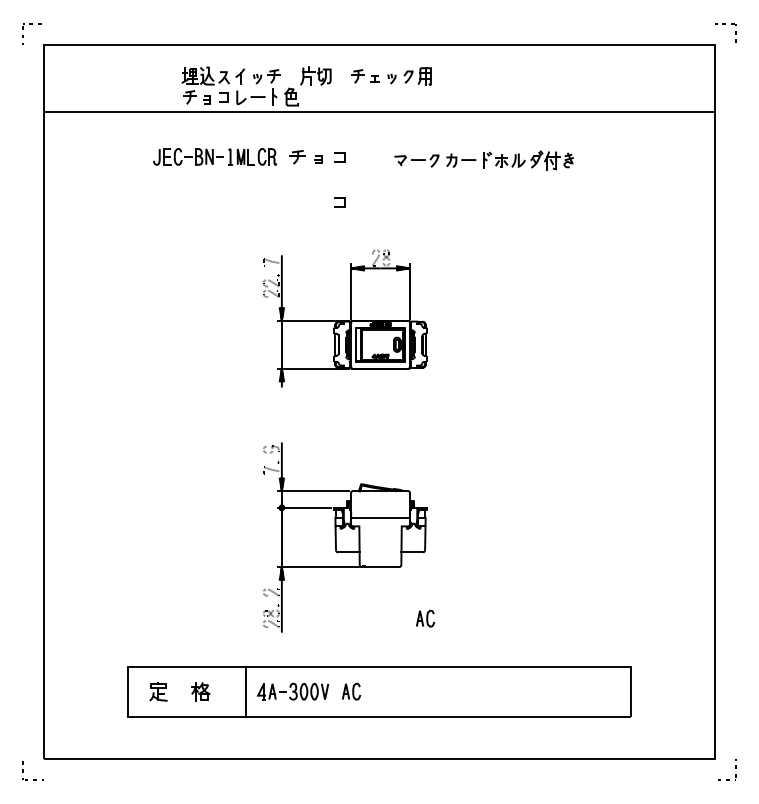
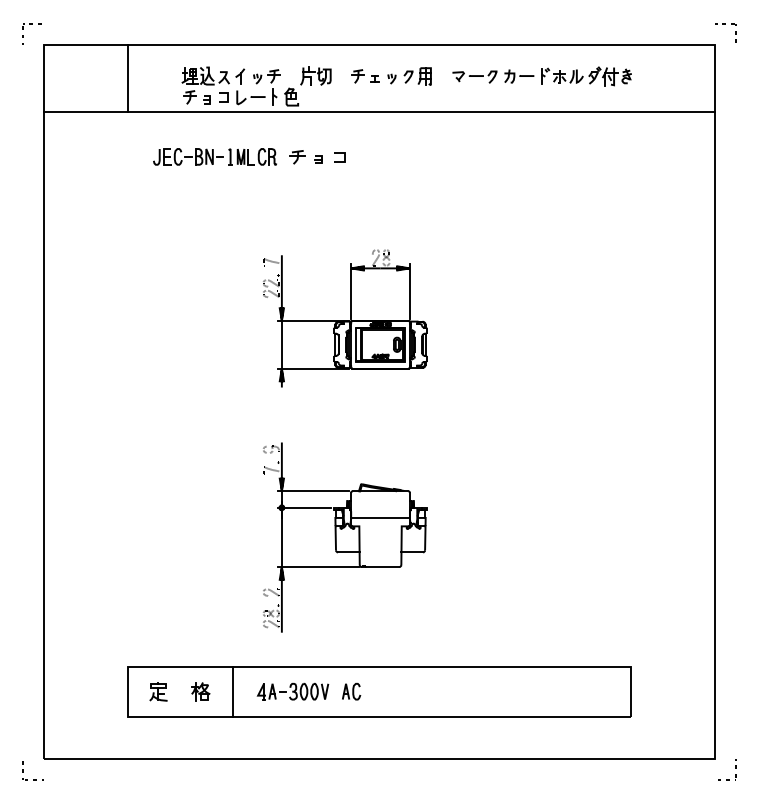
line at (127, 78): none -> present
part at (483, 160) position: (483, 160) -> (541, 76)
line at (339, 198): present -> none
part at (425, 618): present -> none
line at (245, 691) position: (245, 691) -> (232, 691)
